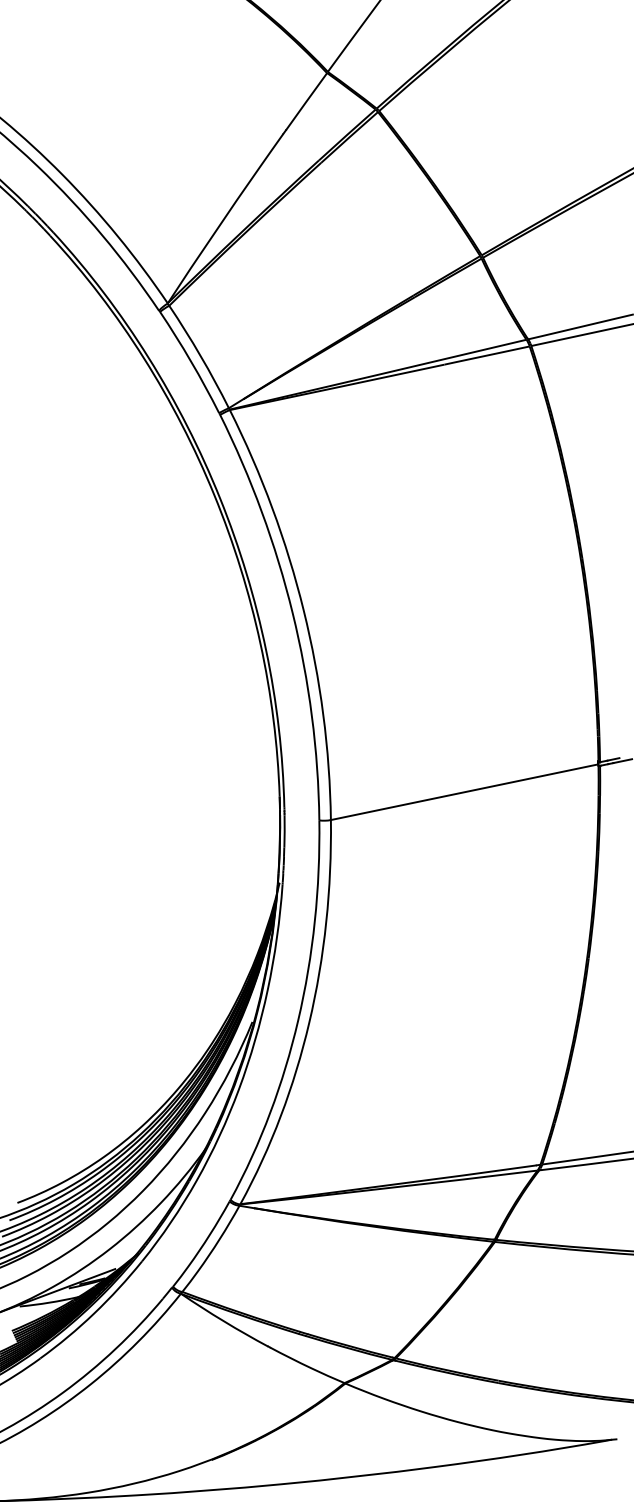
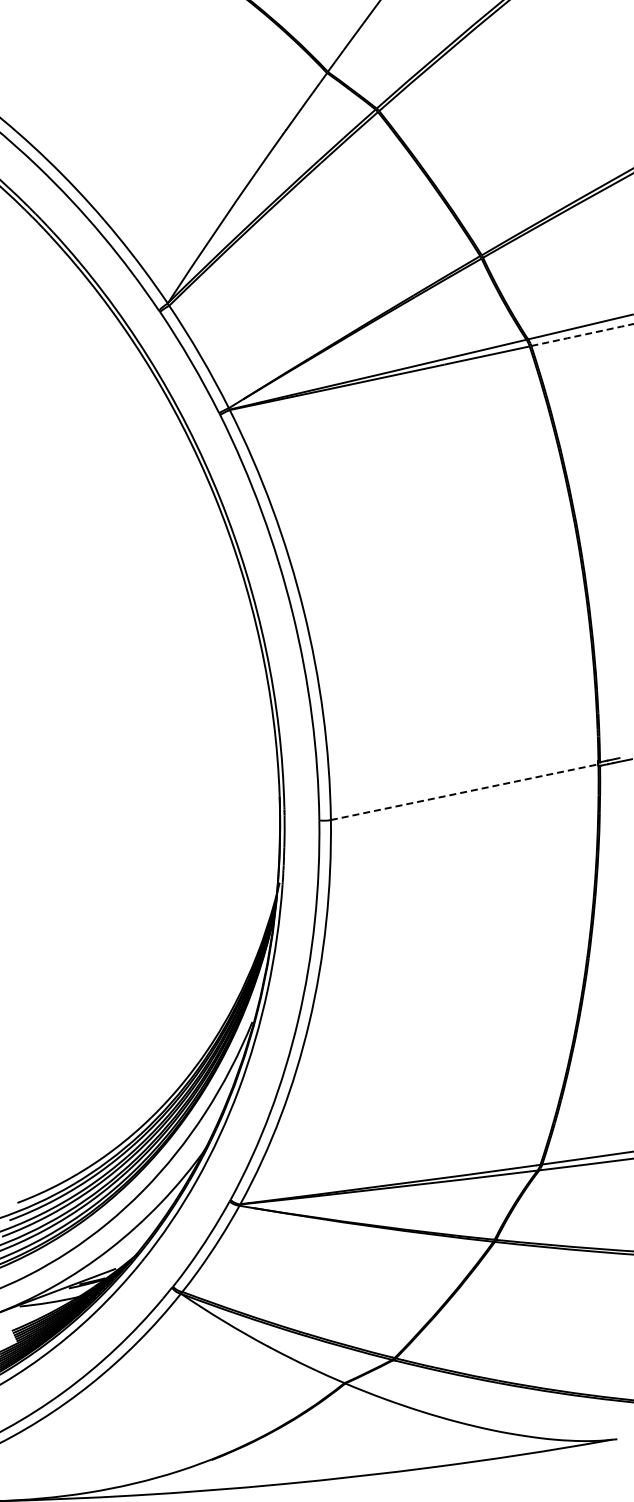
arc at (582, 334): solid -> dashed
line at (464, 792): solid -> dashed
